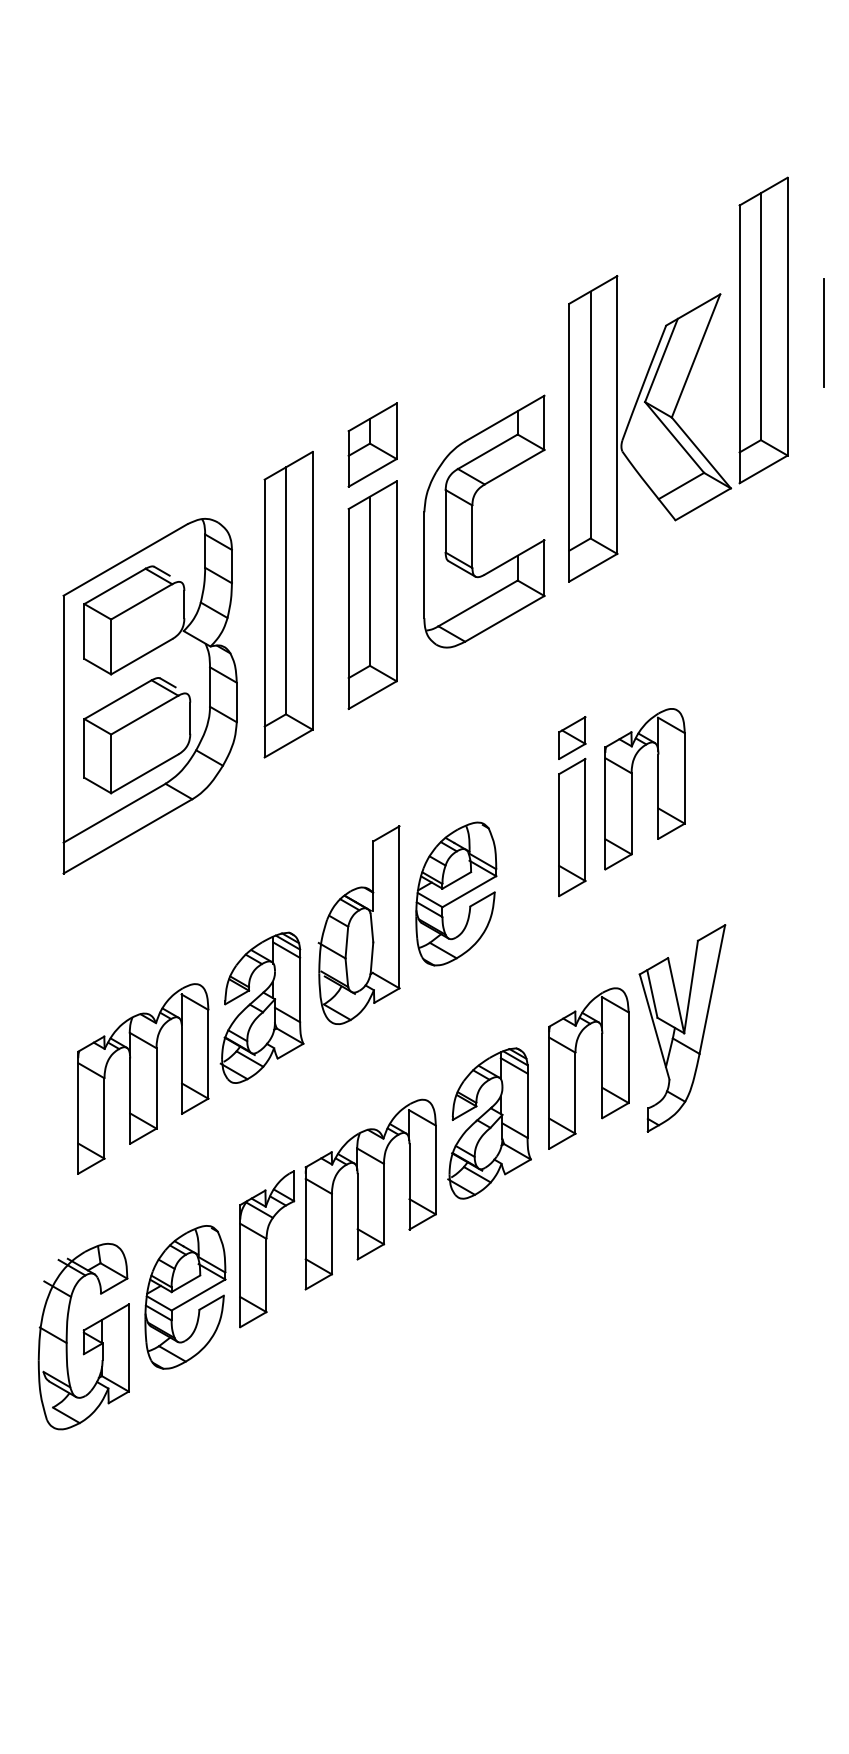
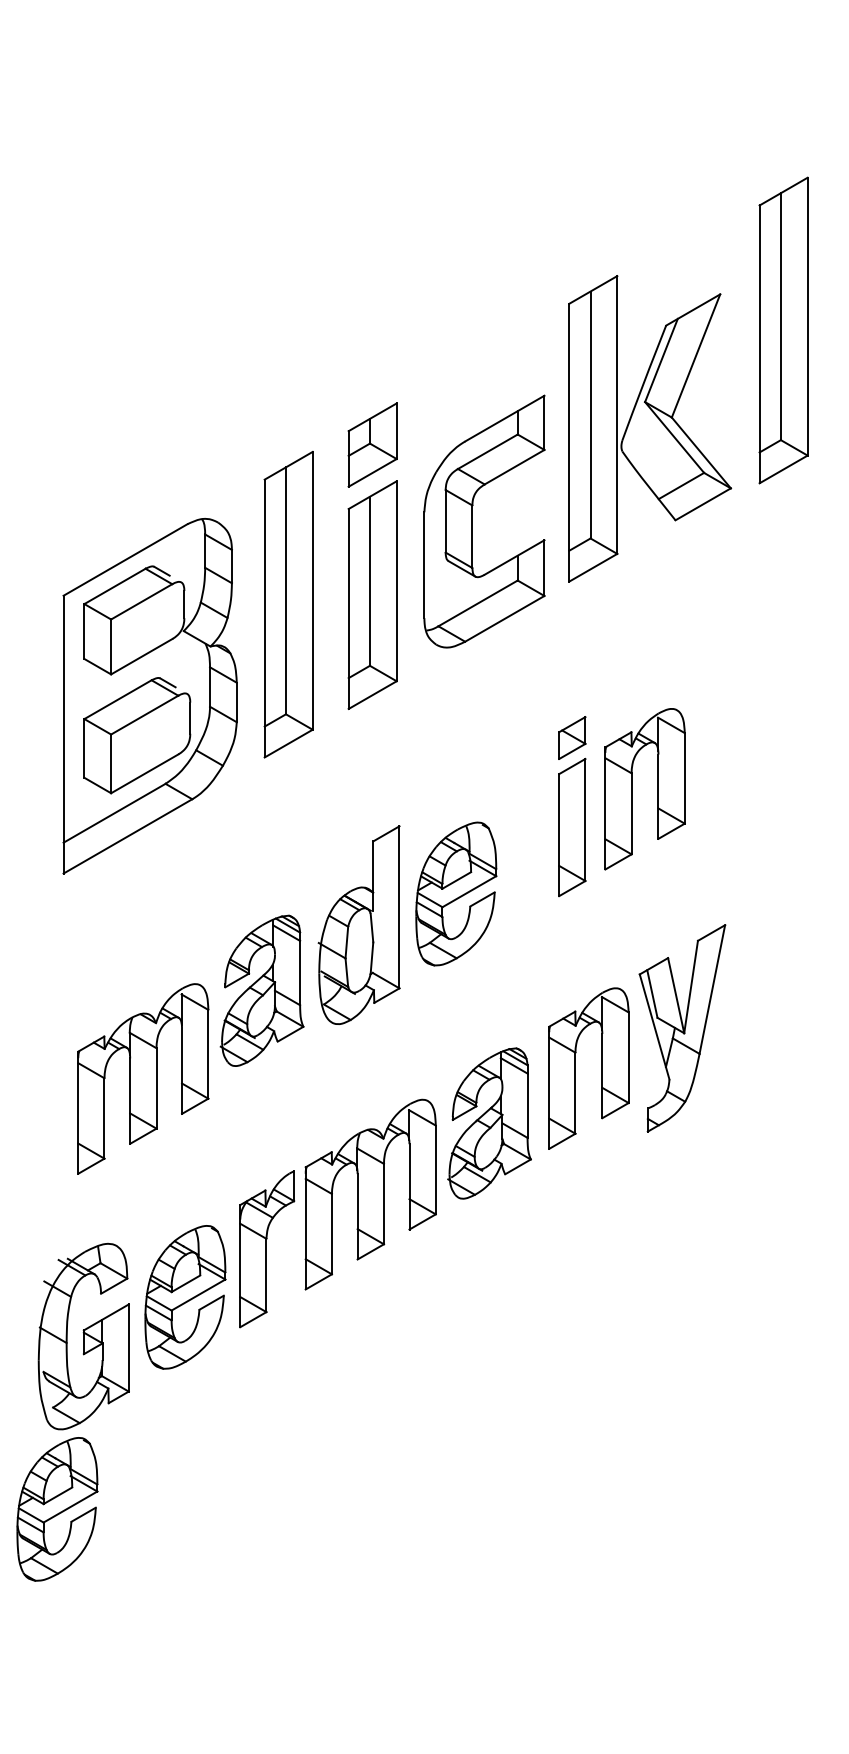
part at (763, 330) position: (763, 330) -> (783, 330)
line at (823, 332): present -> none
part at (261, 1007) position: (261, 1007) -> (261, 990)
part at (57, 1509): none -> present
